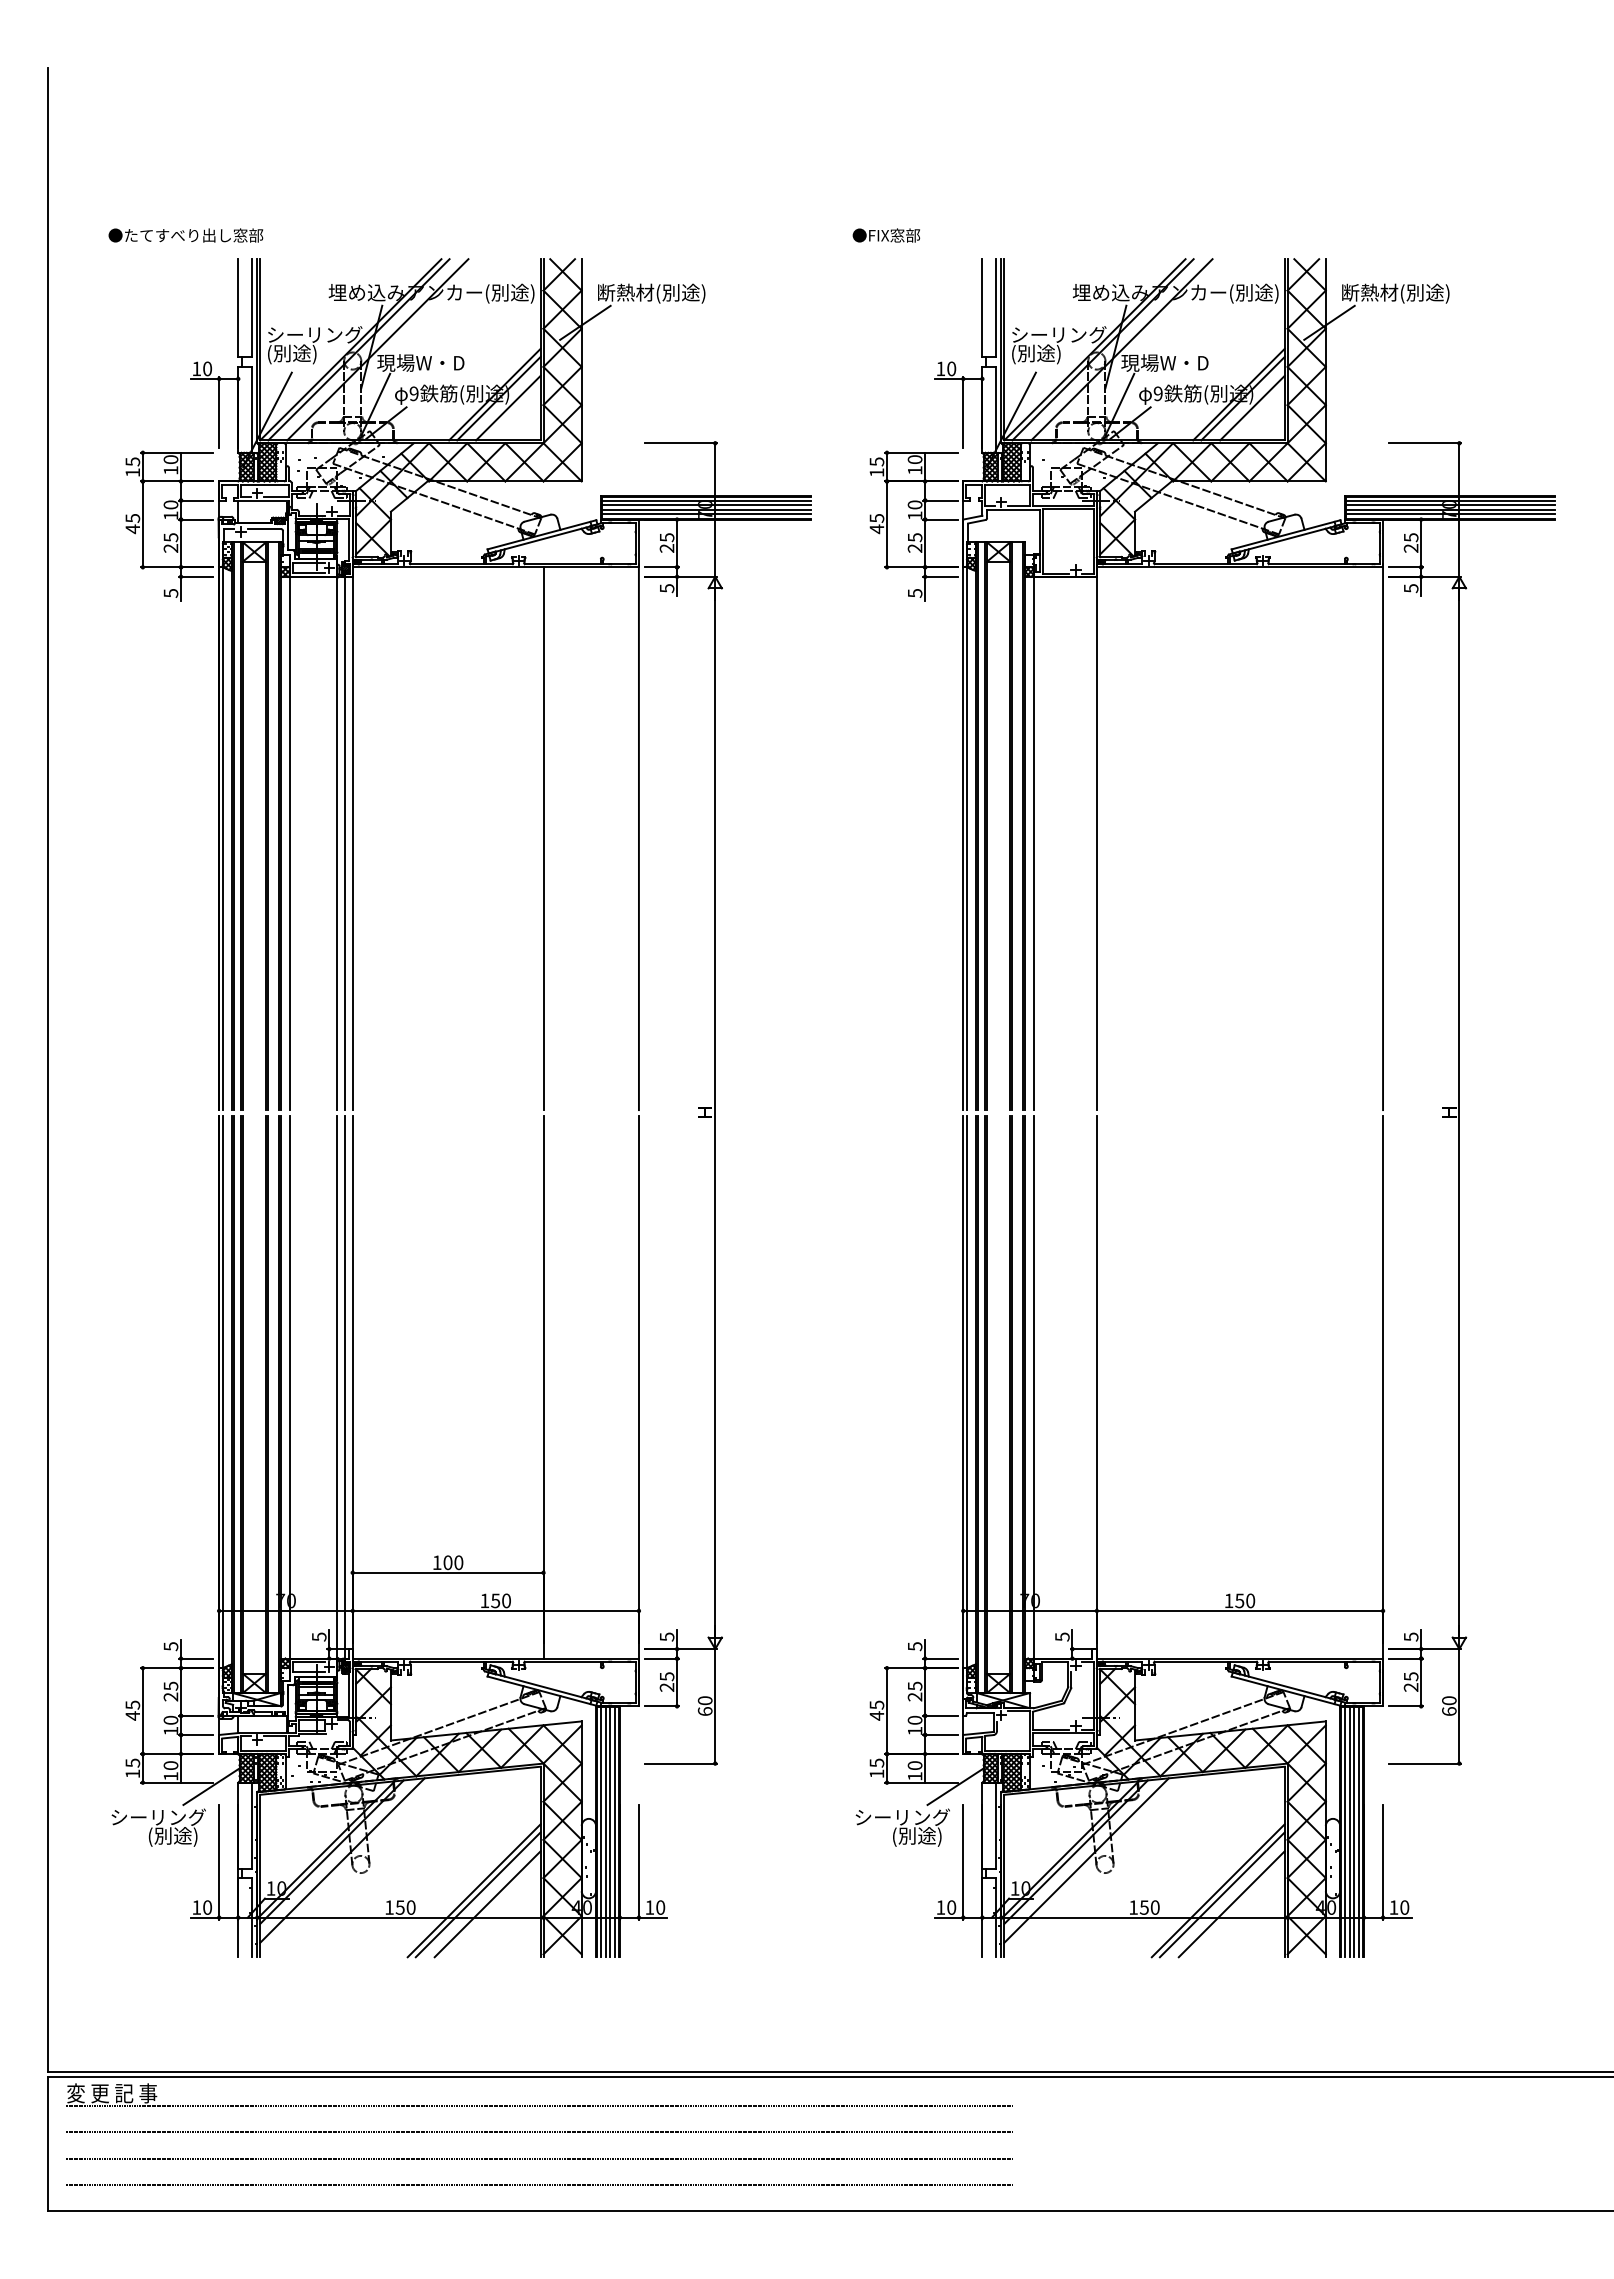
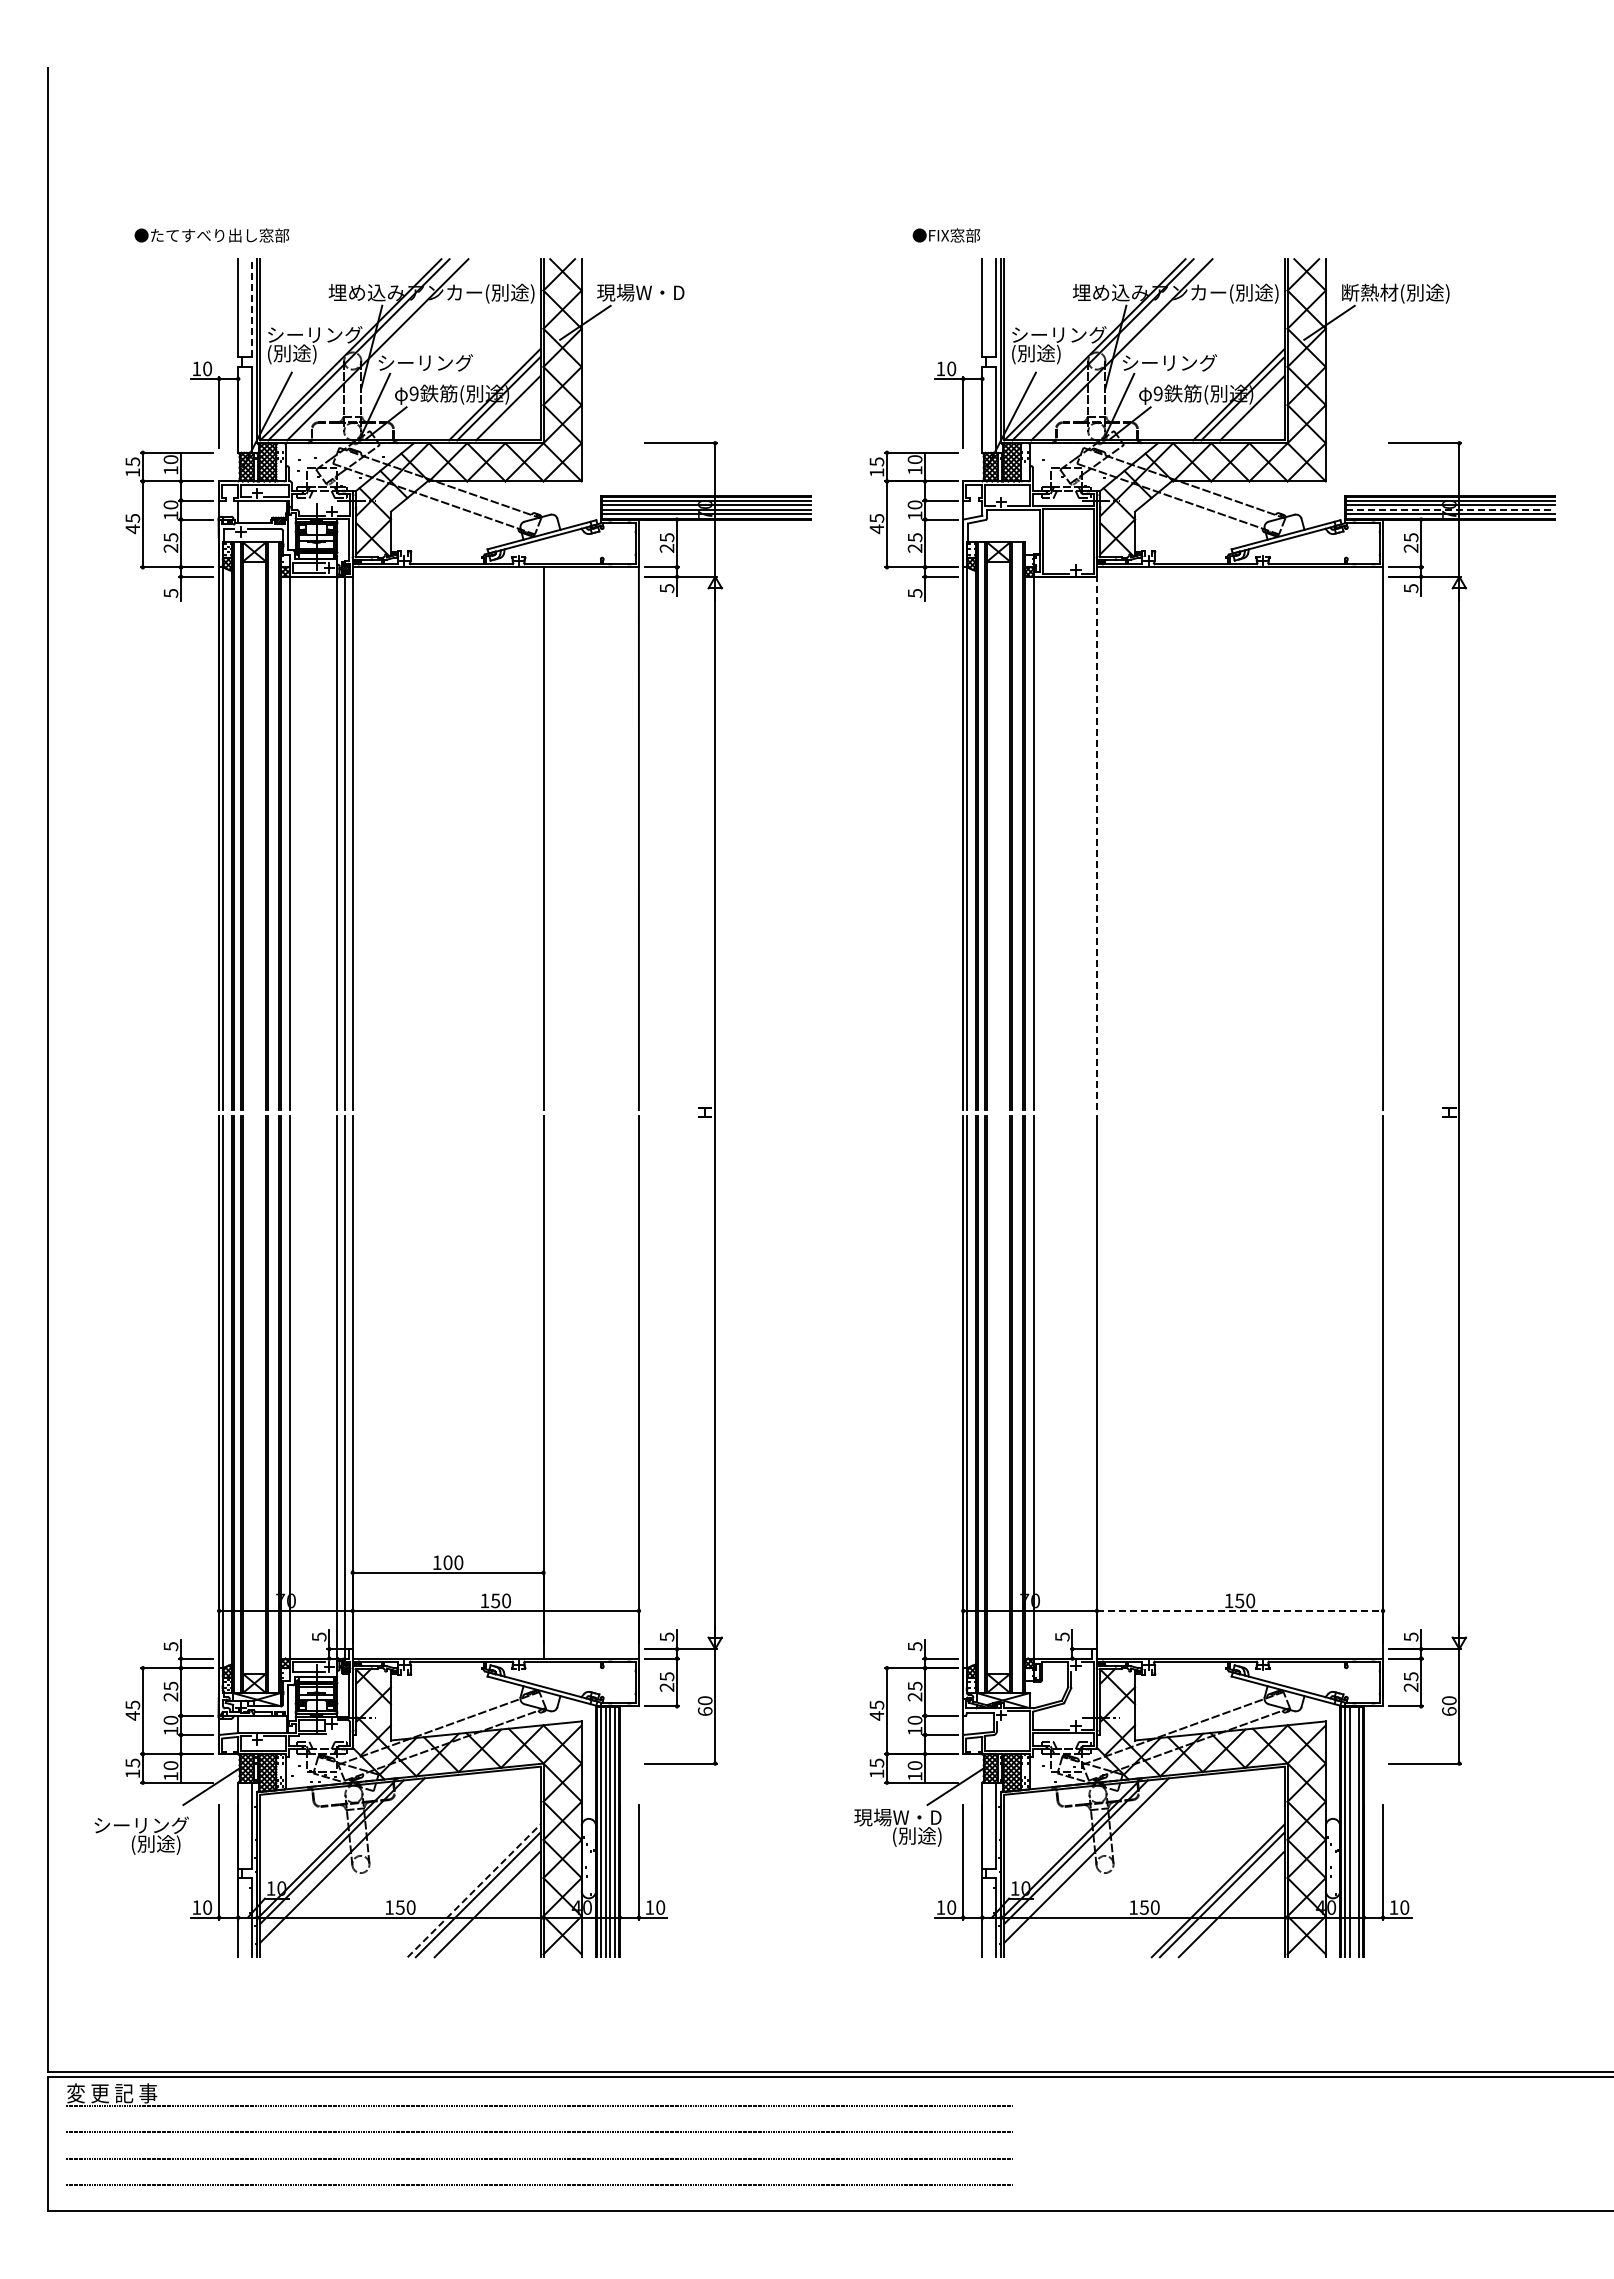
text at (185, 235) position: (185, 235) -> (211, 235)
text at (886, 235) position: (886, 235) -> (946, 235)
text at (651, 293): 断熱材(別途) -> 現場W・D
line at (251, 307): solid -> dashed
text at (424, 362): 現場W・D -> シーリング
text at (1169, 362): 現場W・D -> シーリング
line at (1450, 509): solid -> dashed
line at (1096, 800): solid -> dashed
line at (1240, 1610): solid -> dashed
text at (901, 1817): シーリング -> 現場W・D
text at (158, 1827) position: (158, 1827) -> (141, 1835)
line at (1354, 1832): present -> none
line at (474, 1890): solid -> dashed
